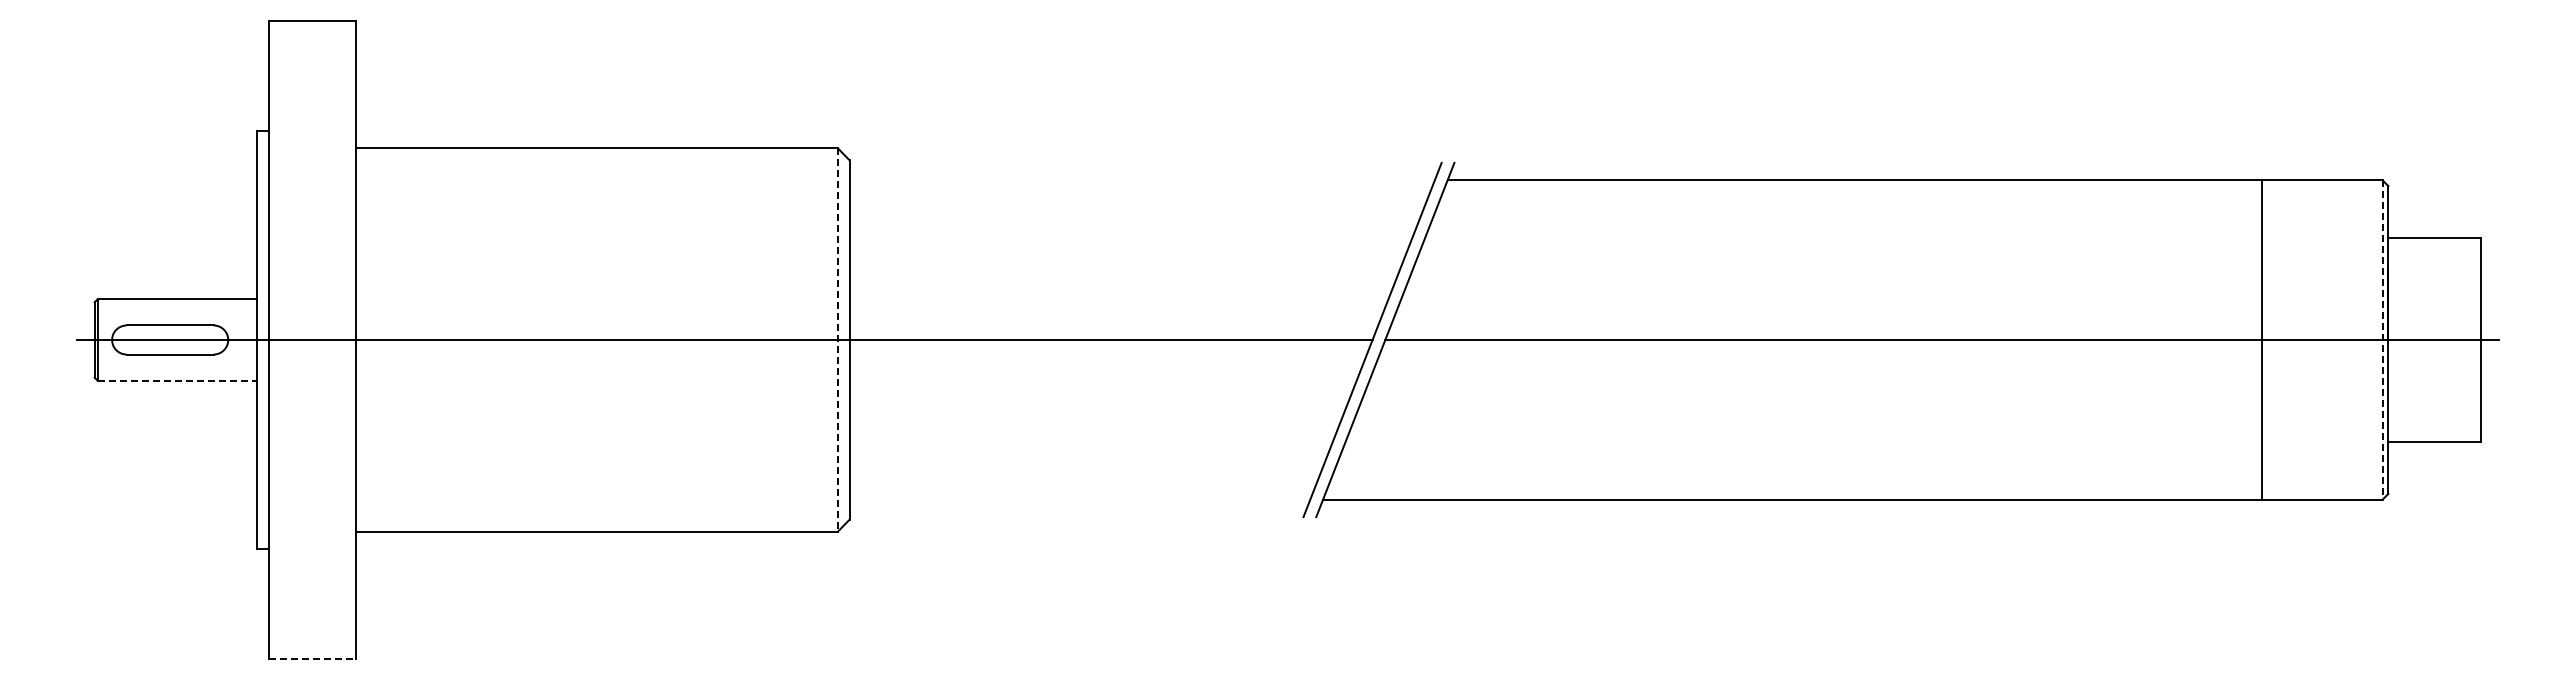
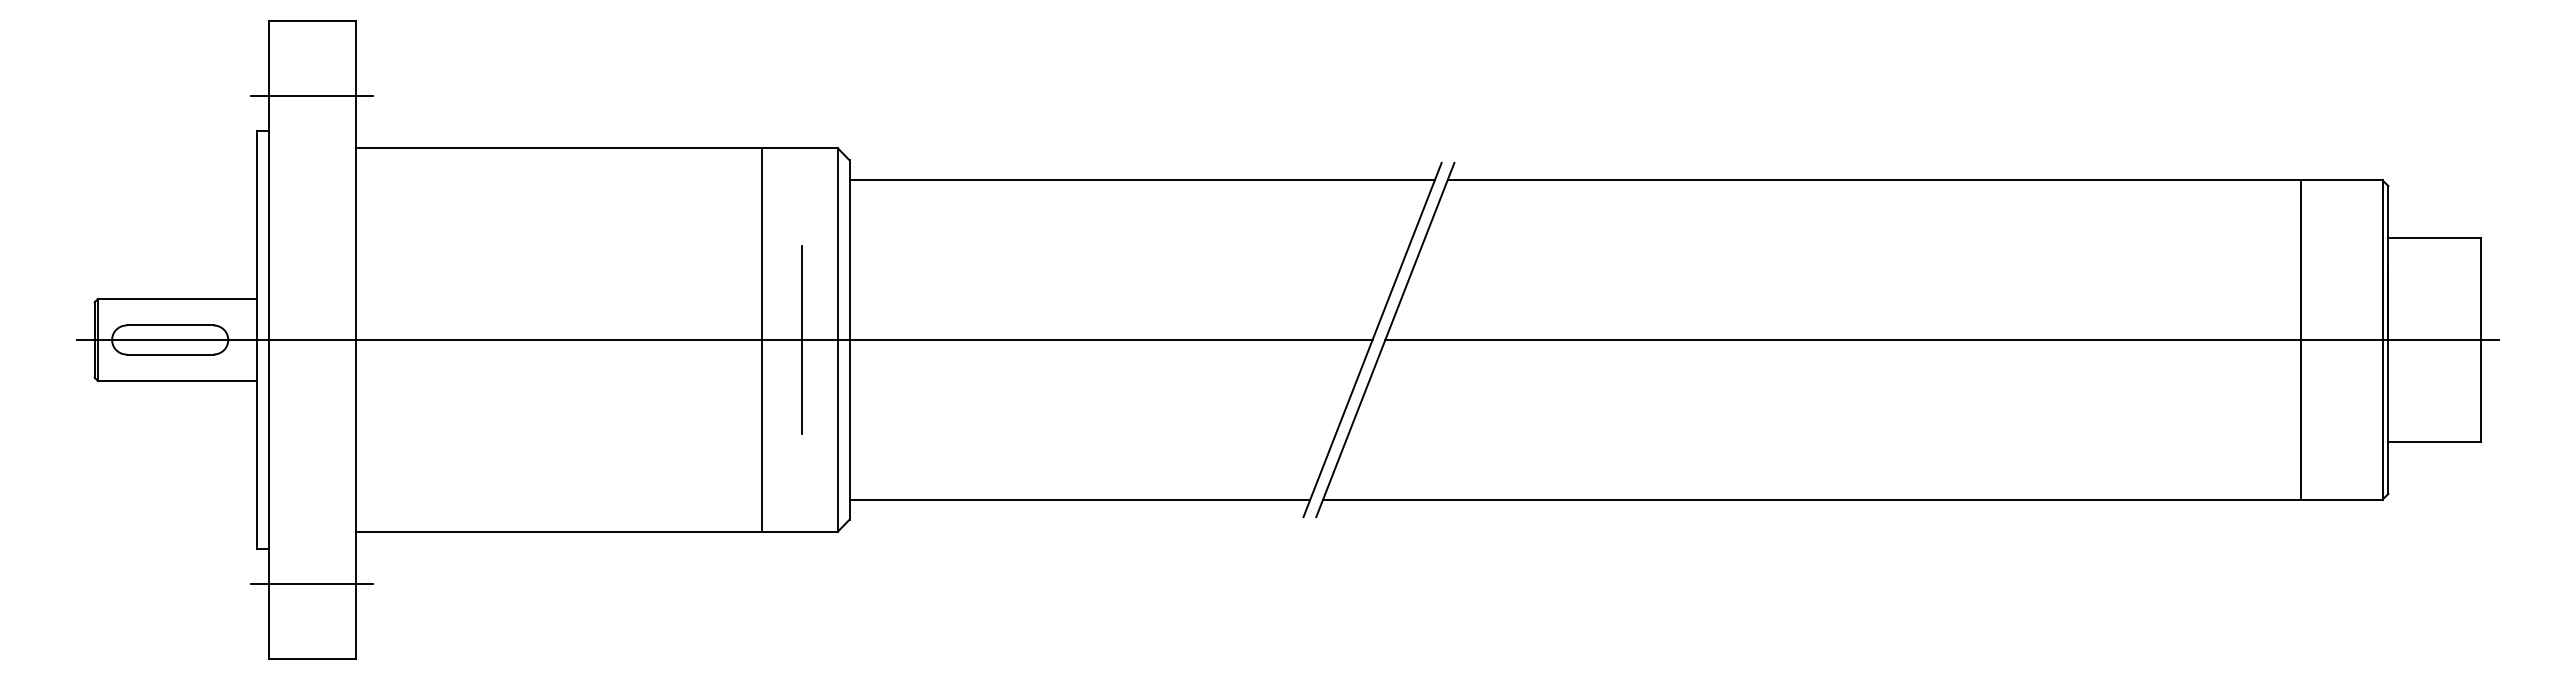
line at (312, 96): none -> present
line at (1141, 180): none -> present
line at (762, 339): none -> present
line at (801, 339): none -> present
line at (2262, 339) position: (2262, 339) -> (2301, 339)
line at (837, 340): dashed -> solid
line at (2382, 340): dashed -> solid
line at (177, 380): dashed -> solid
line at (1079, 499): none -> present
line at (312, 583): none -> present
line at (312, 659): dashed -> solid
